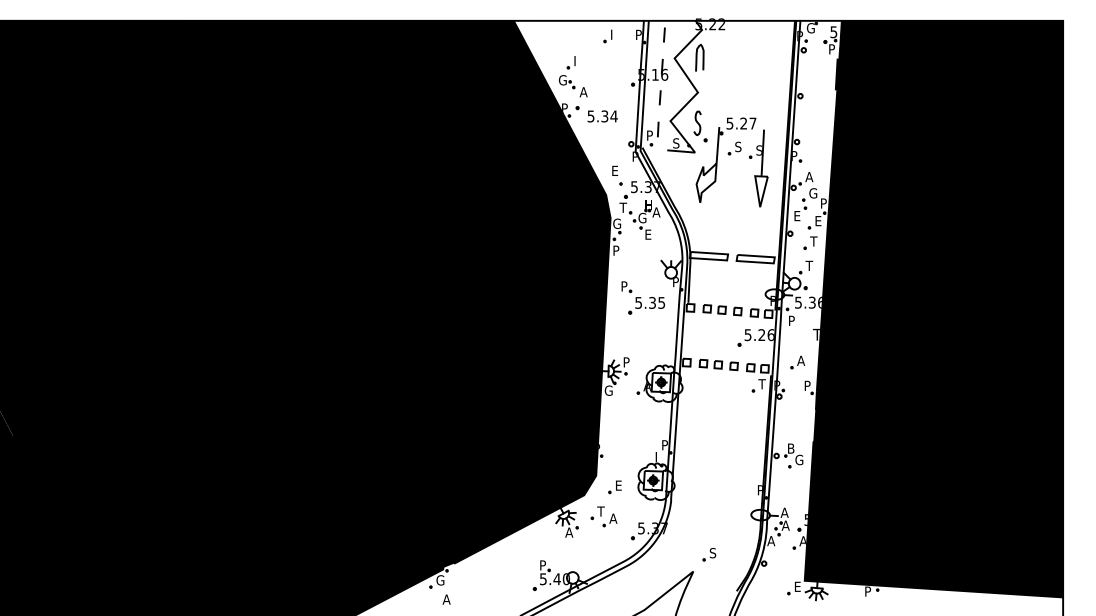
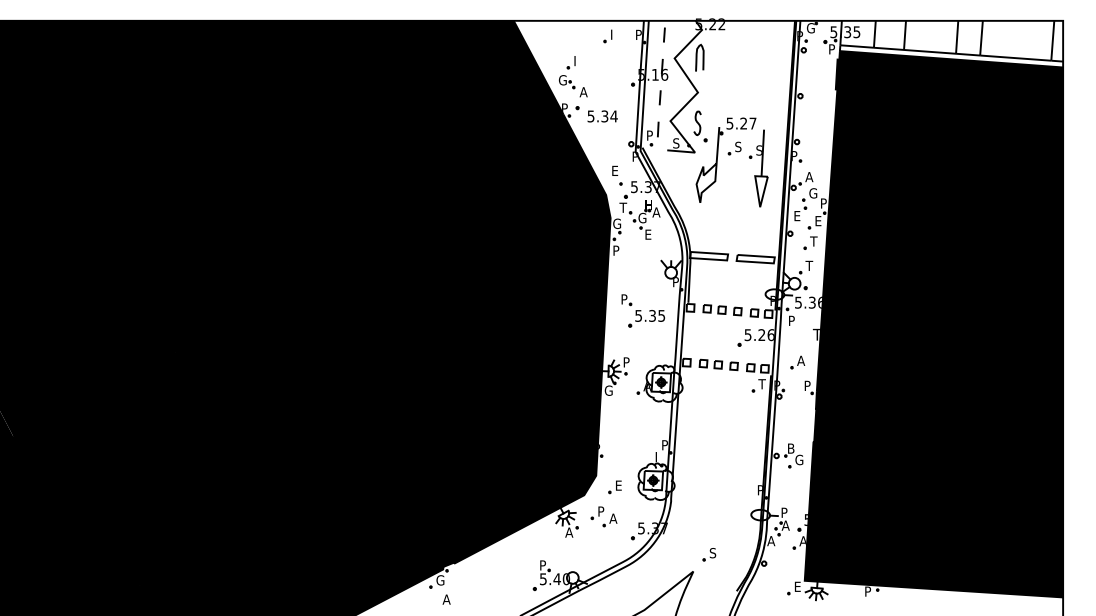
fill at (951, 43): present -> none
part at (642, 297) position: (642, 297) -> (642, 310)
text at (600, 511): T -> P
text at (784, 512): A -> P
